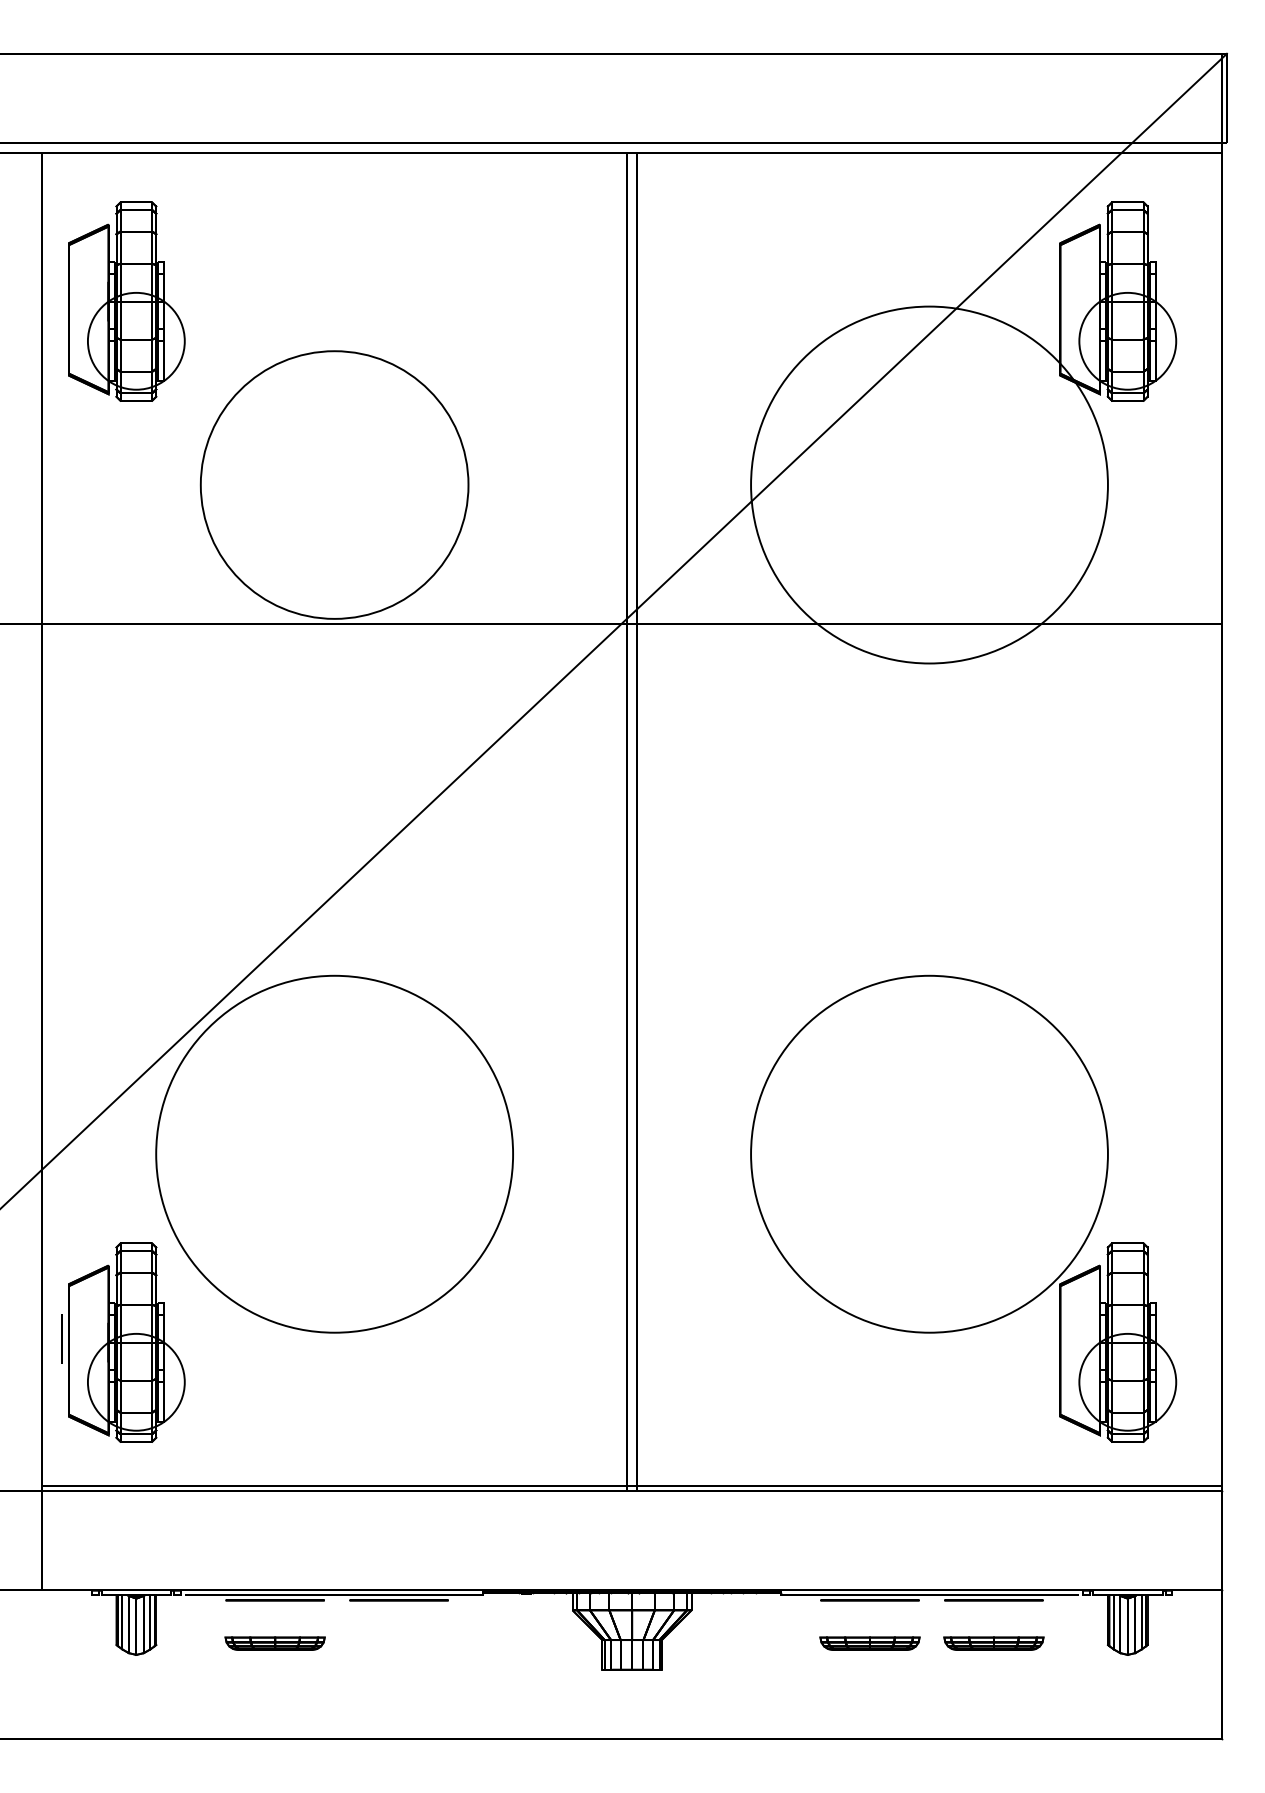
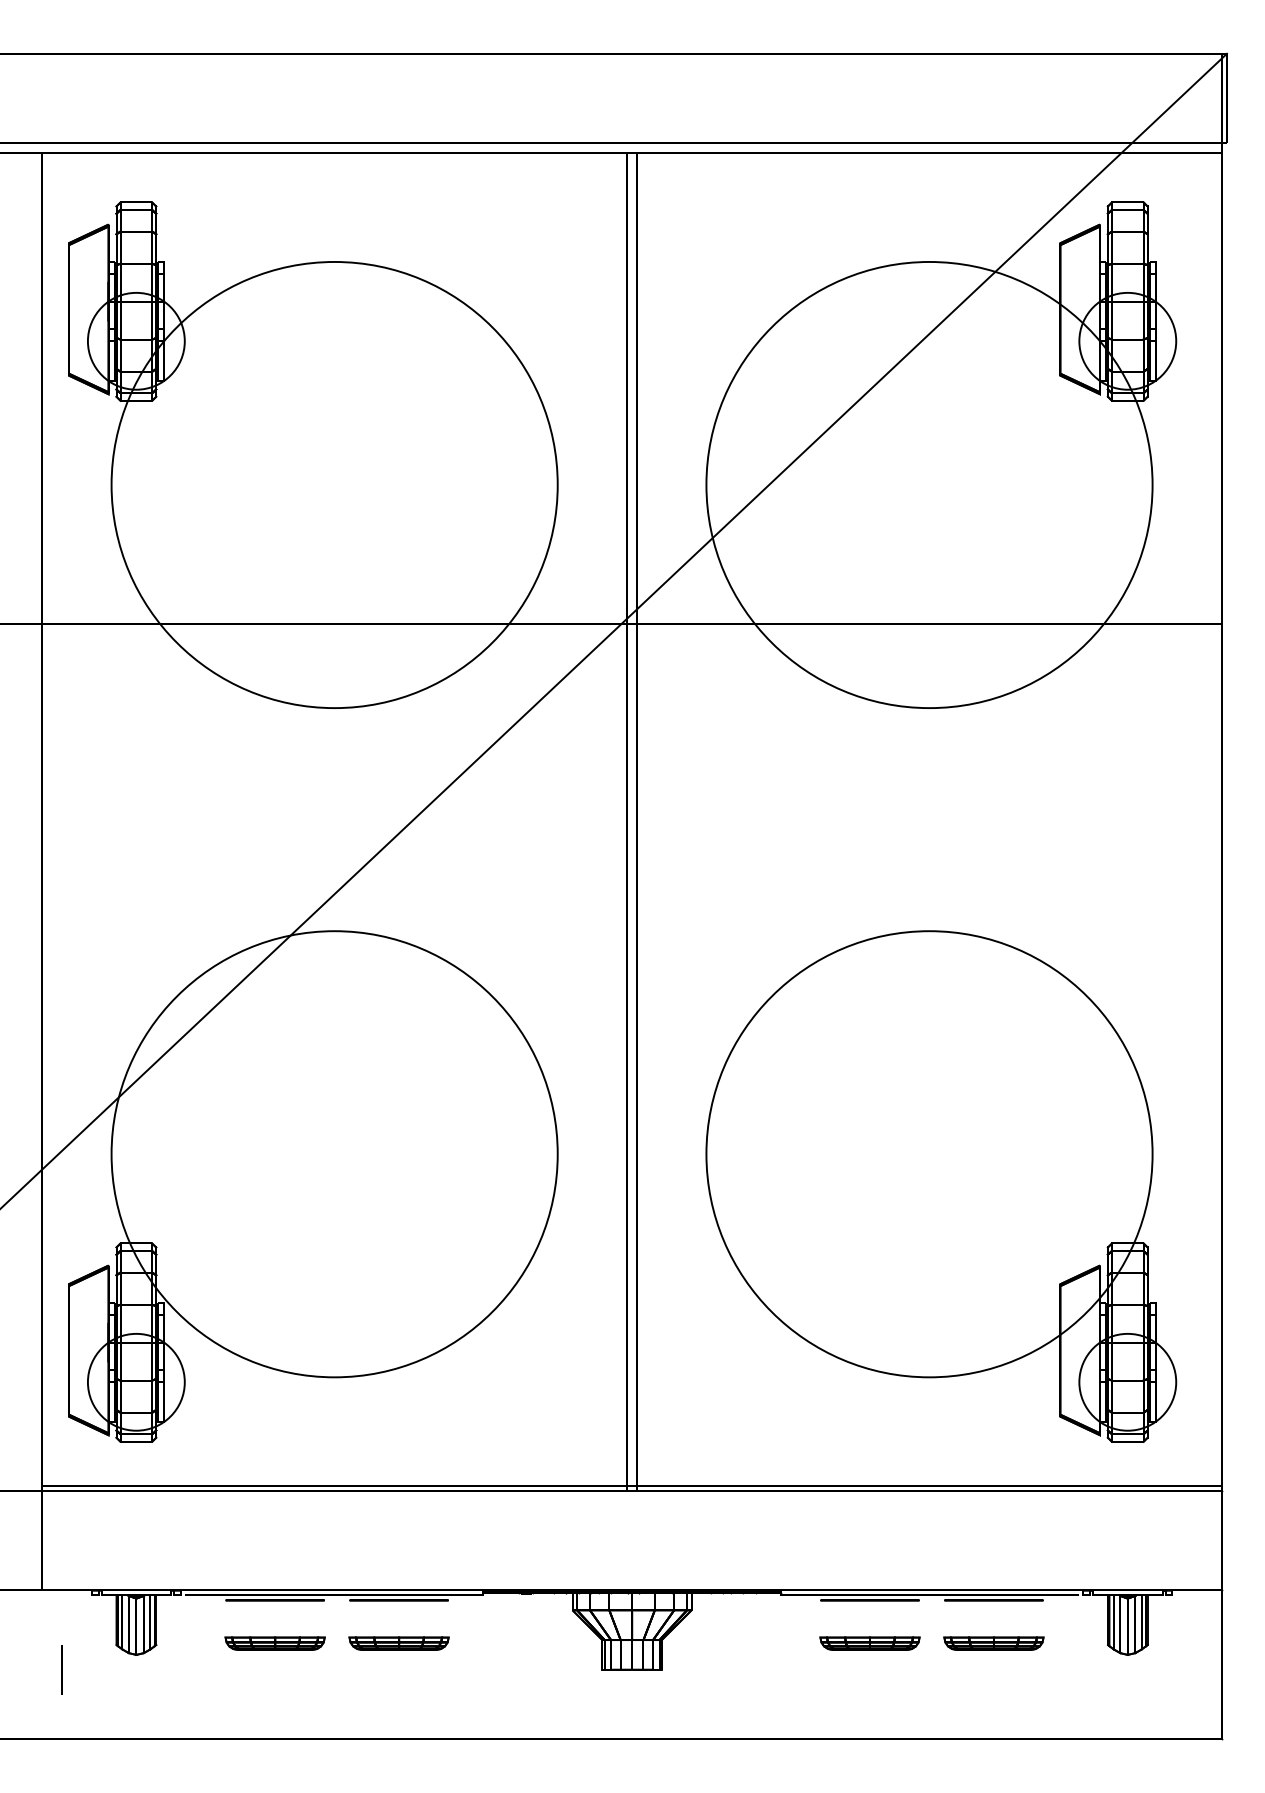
circle at (334, 484) diameter: 268 px -> 446 px
circle at (929, 484) diameter: 357 px -> 446 px
circle at (334, 1153) diameter: 357 px -> 446 px
circle at (929, 1153) diameter: 357 px -> 446 px
circle at (61, 1338) position: (61, 1338) -> (61, 1669)
part at (398, 1643): none -> present
